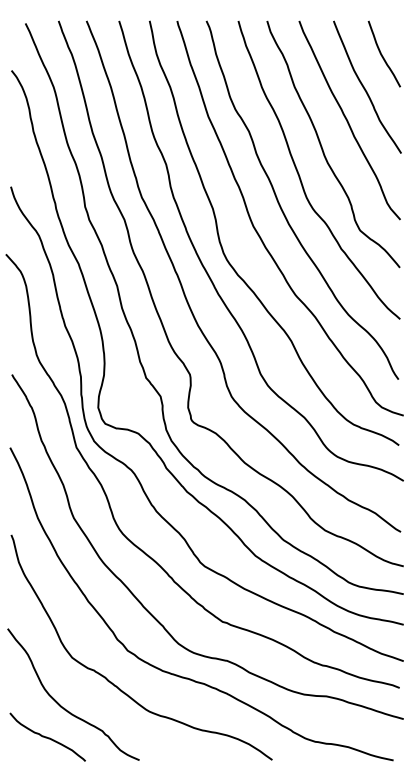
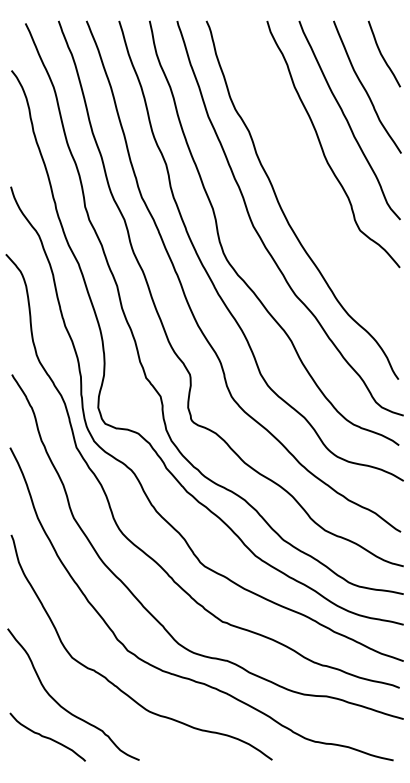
curve at (300, 176): present -> none
